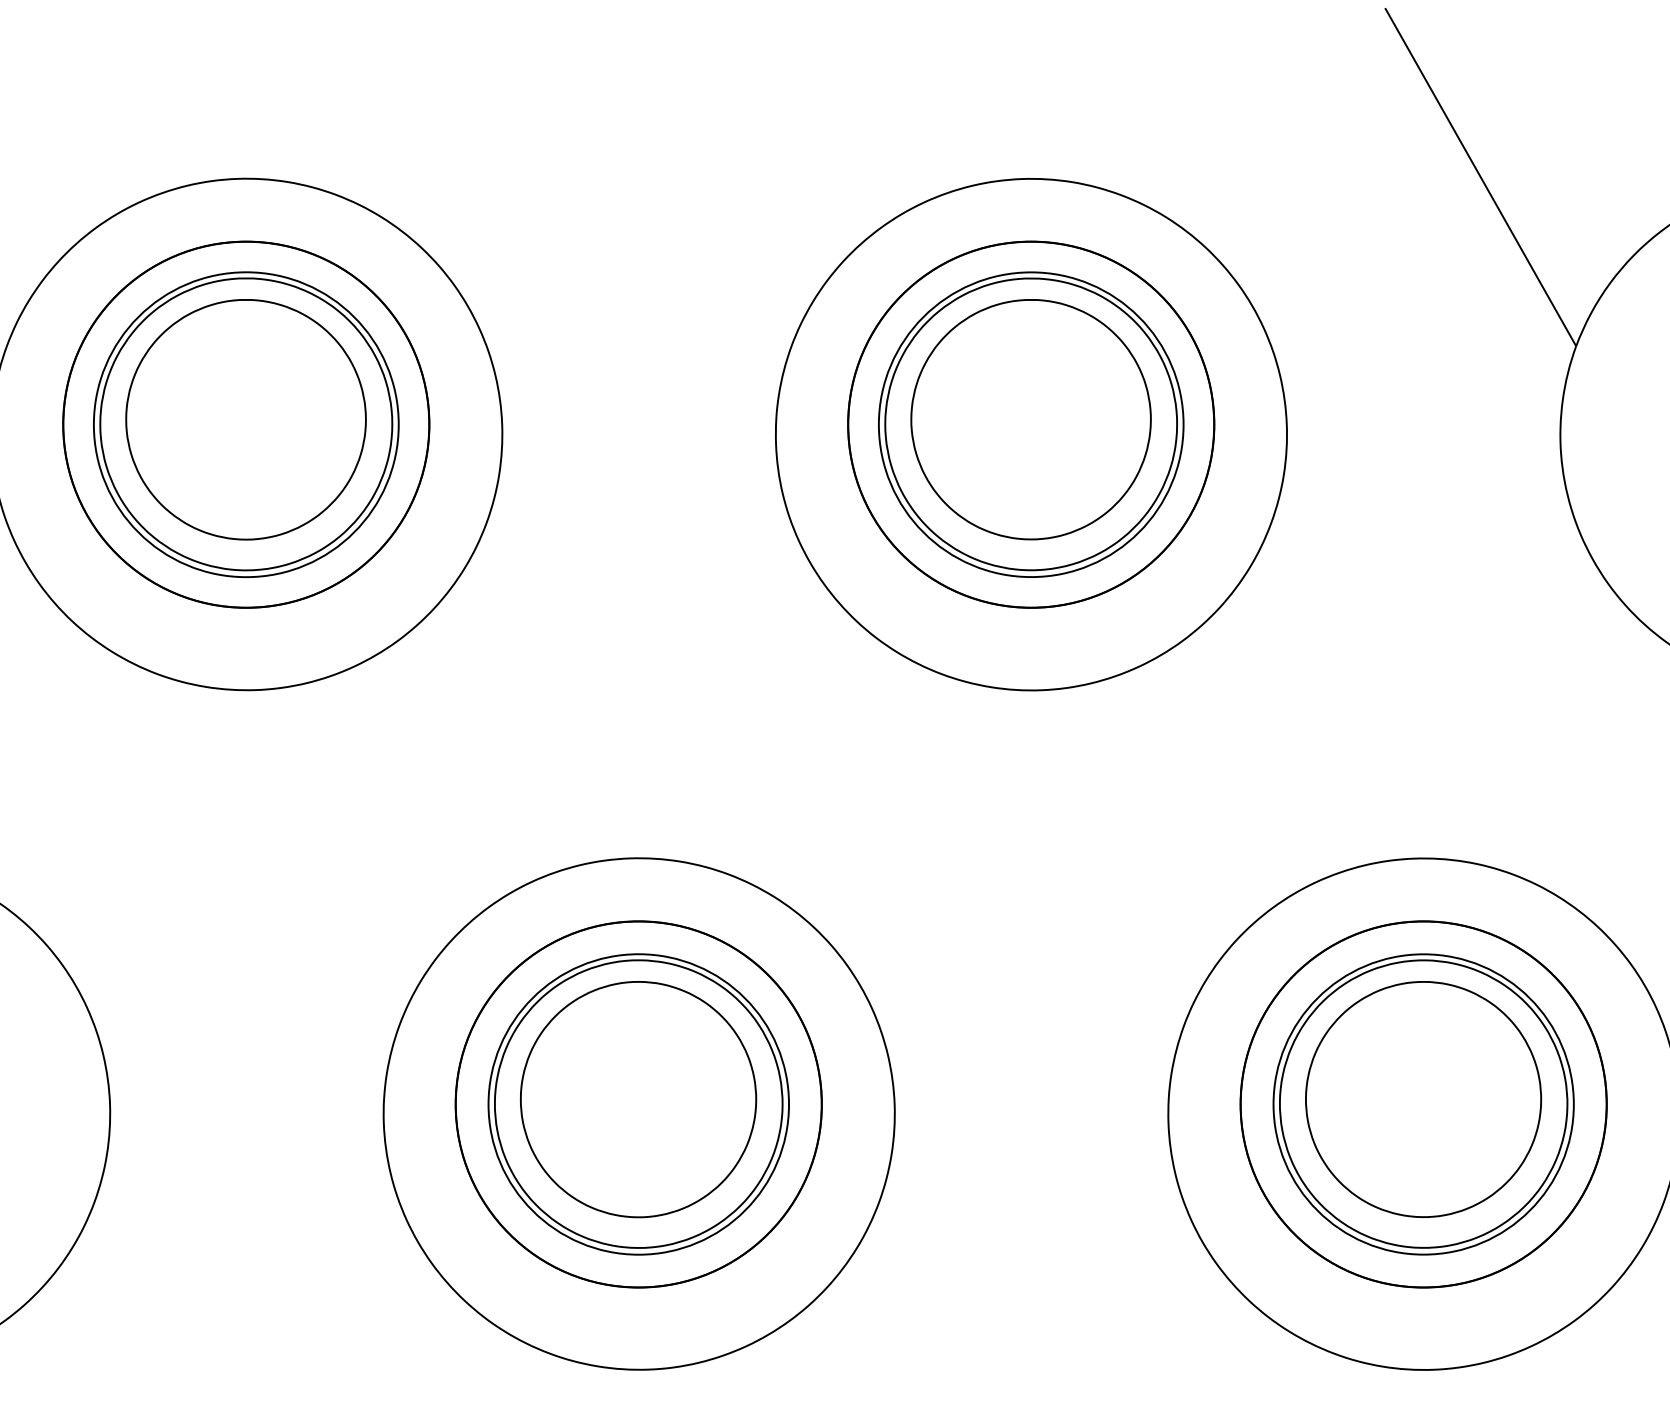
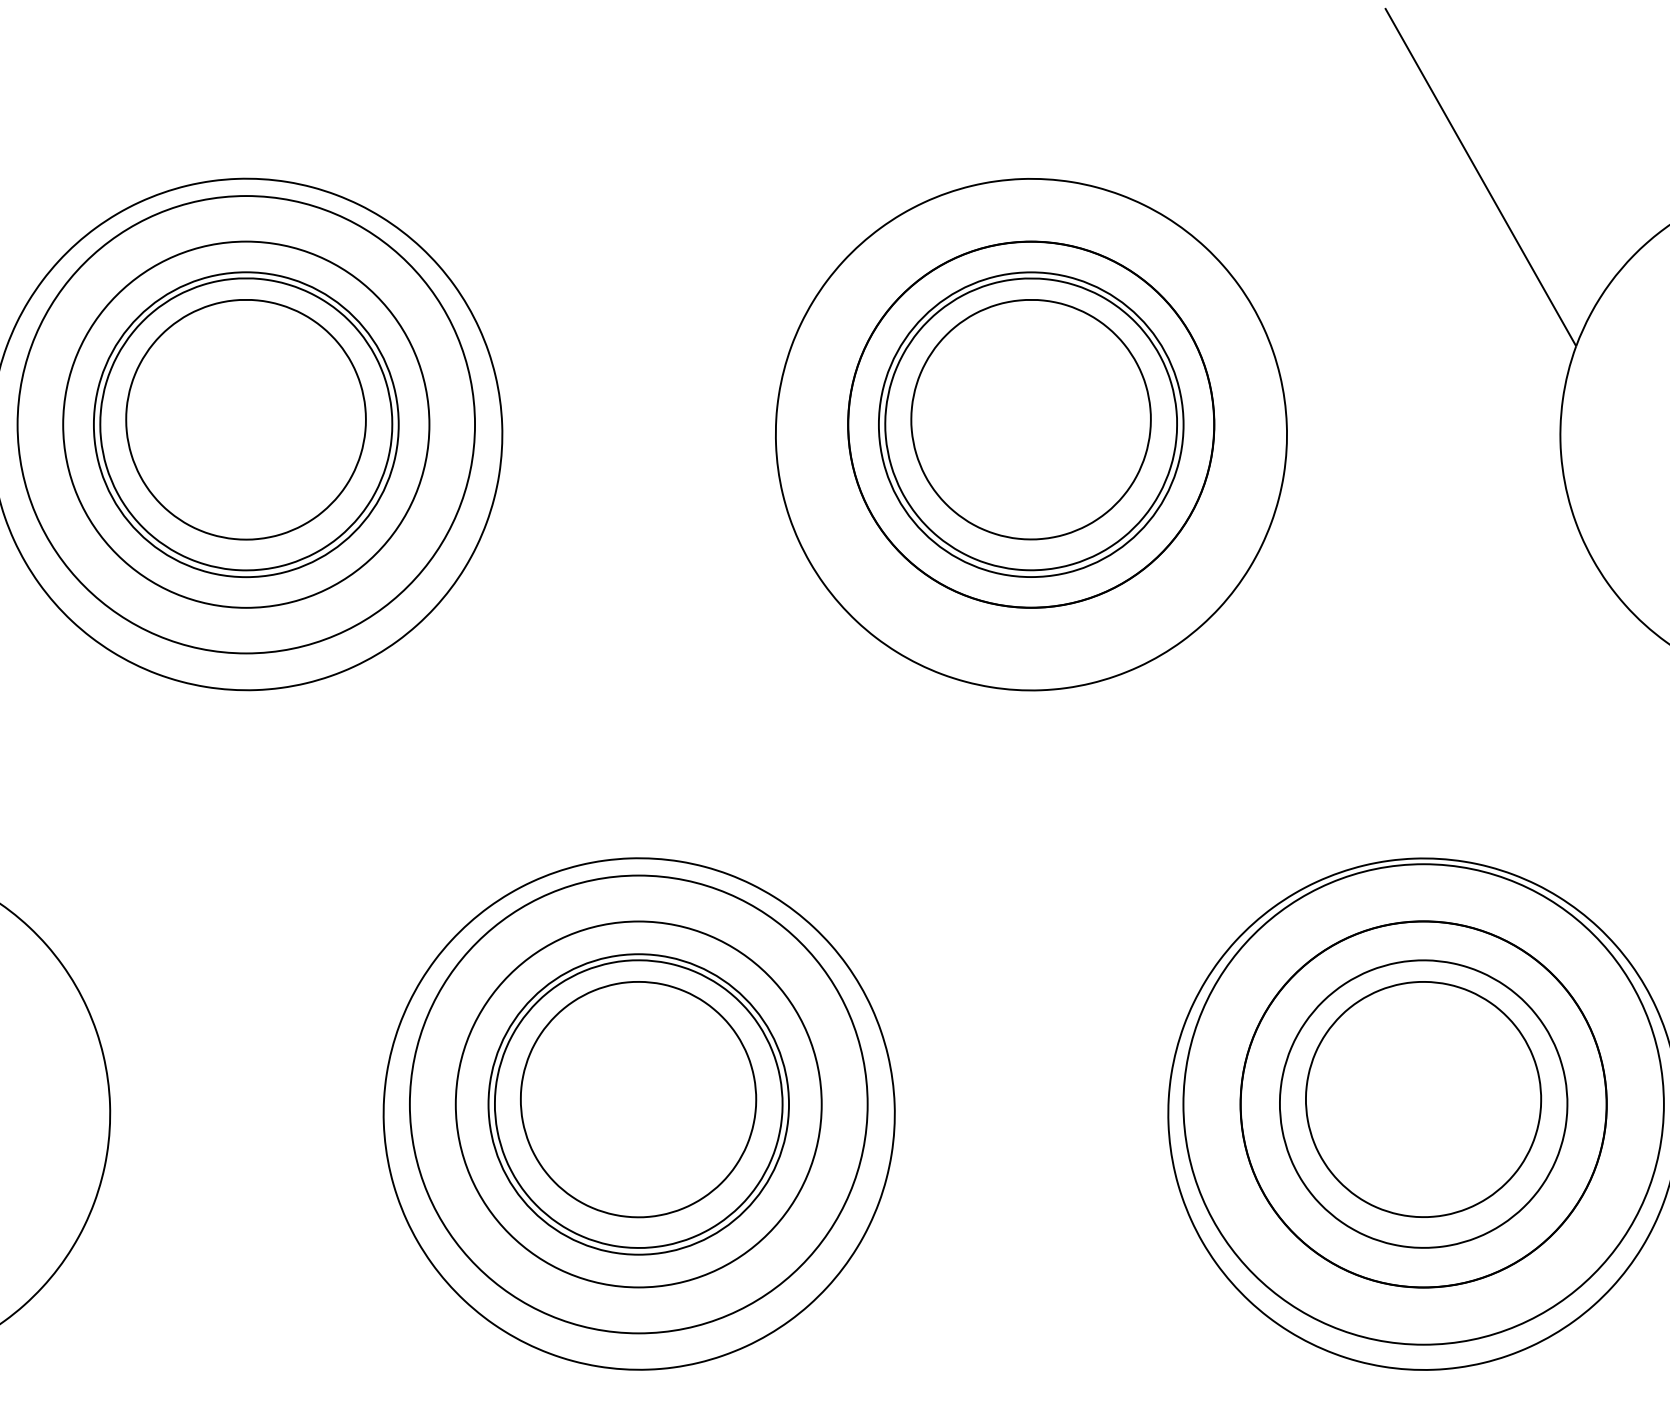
circle at (246, 424) diameter: 366 px -> 457 px
circle at (638, 1104) diameter: 366 px -> 458 px
circle at (1423, 1104) diameter: 300 px -> 480 px
